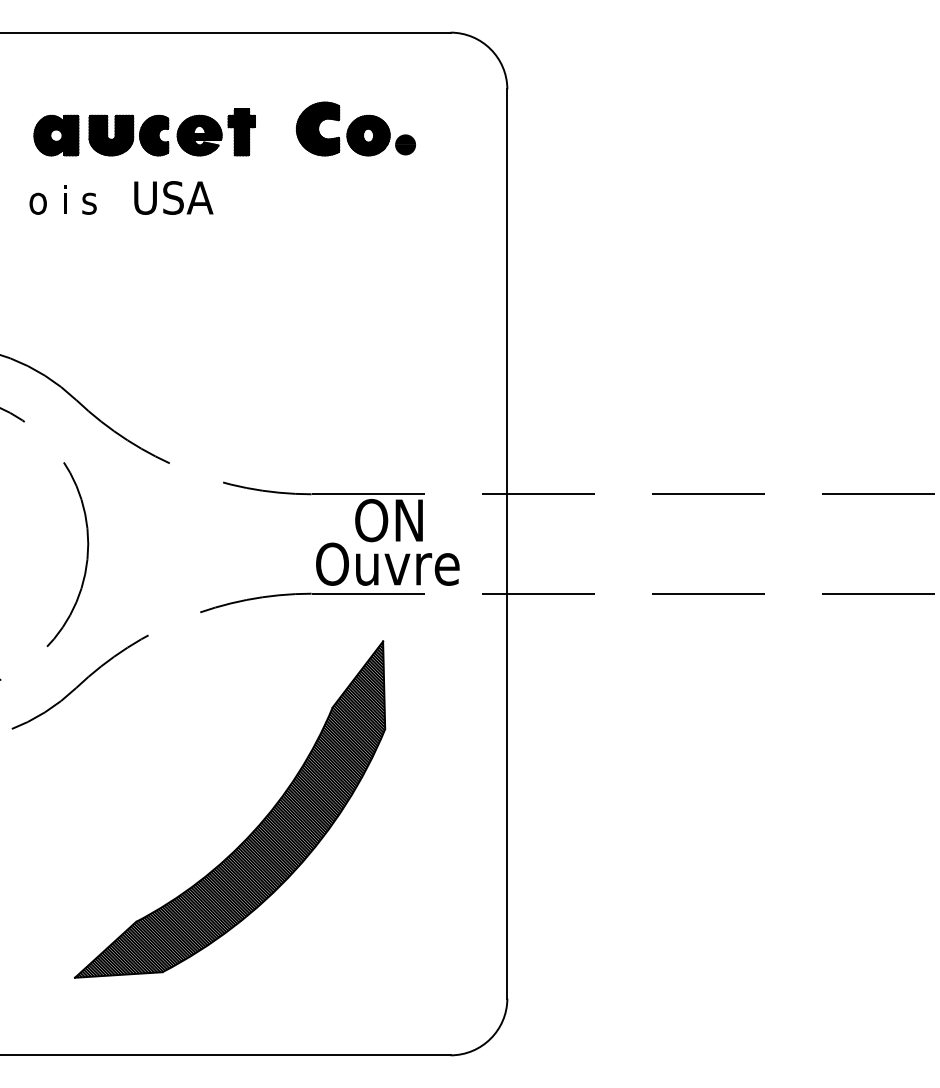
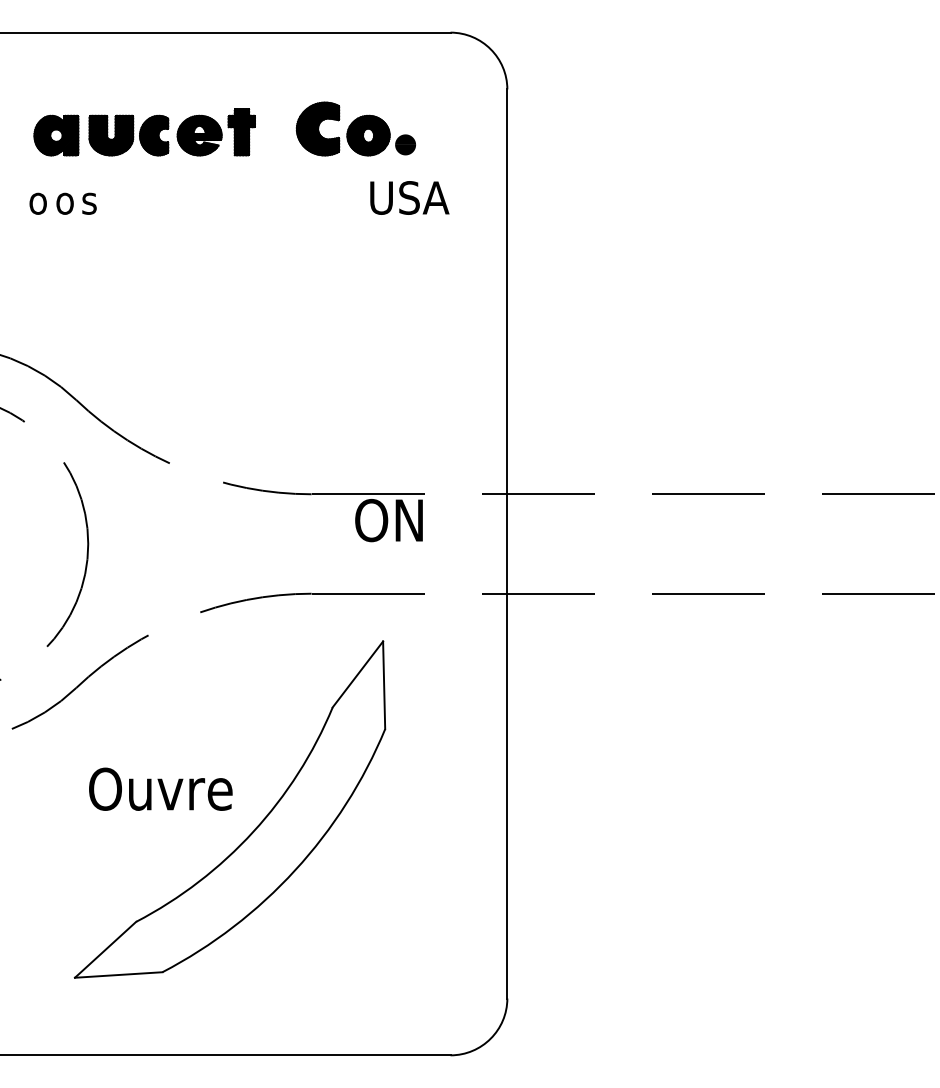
text at (173, 197) position: (173, 197) -> (409, 197)
text at (64, 199): i -> o
text at (387, 563) position: (387, 563) -> (160, 788)
hatch at (230, 809): present -> none
